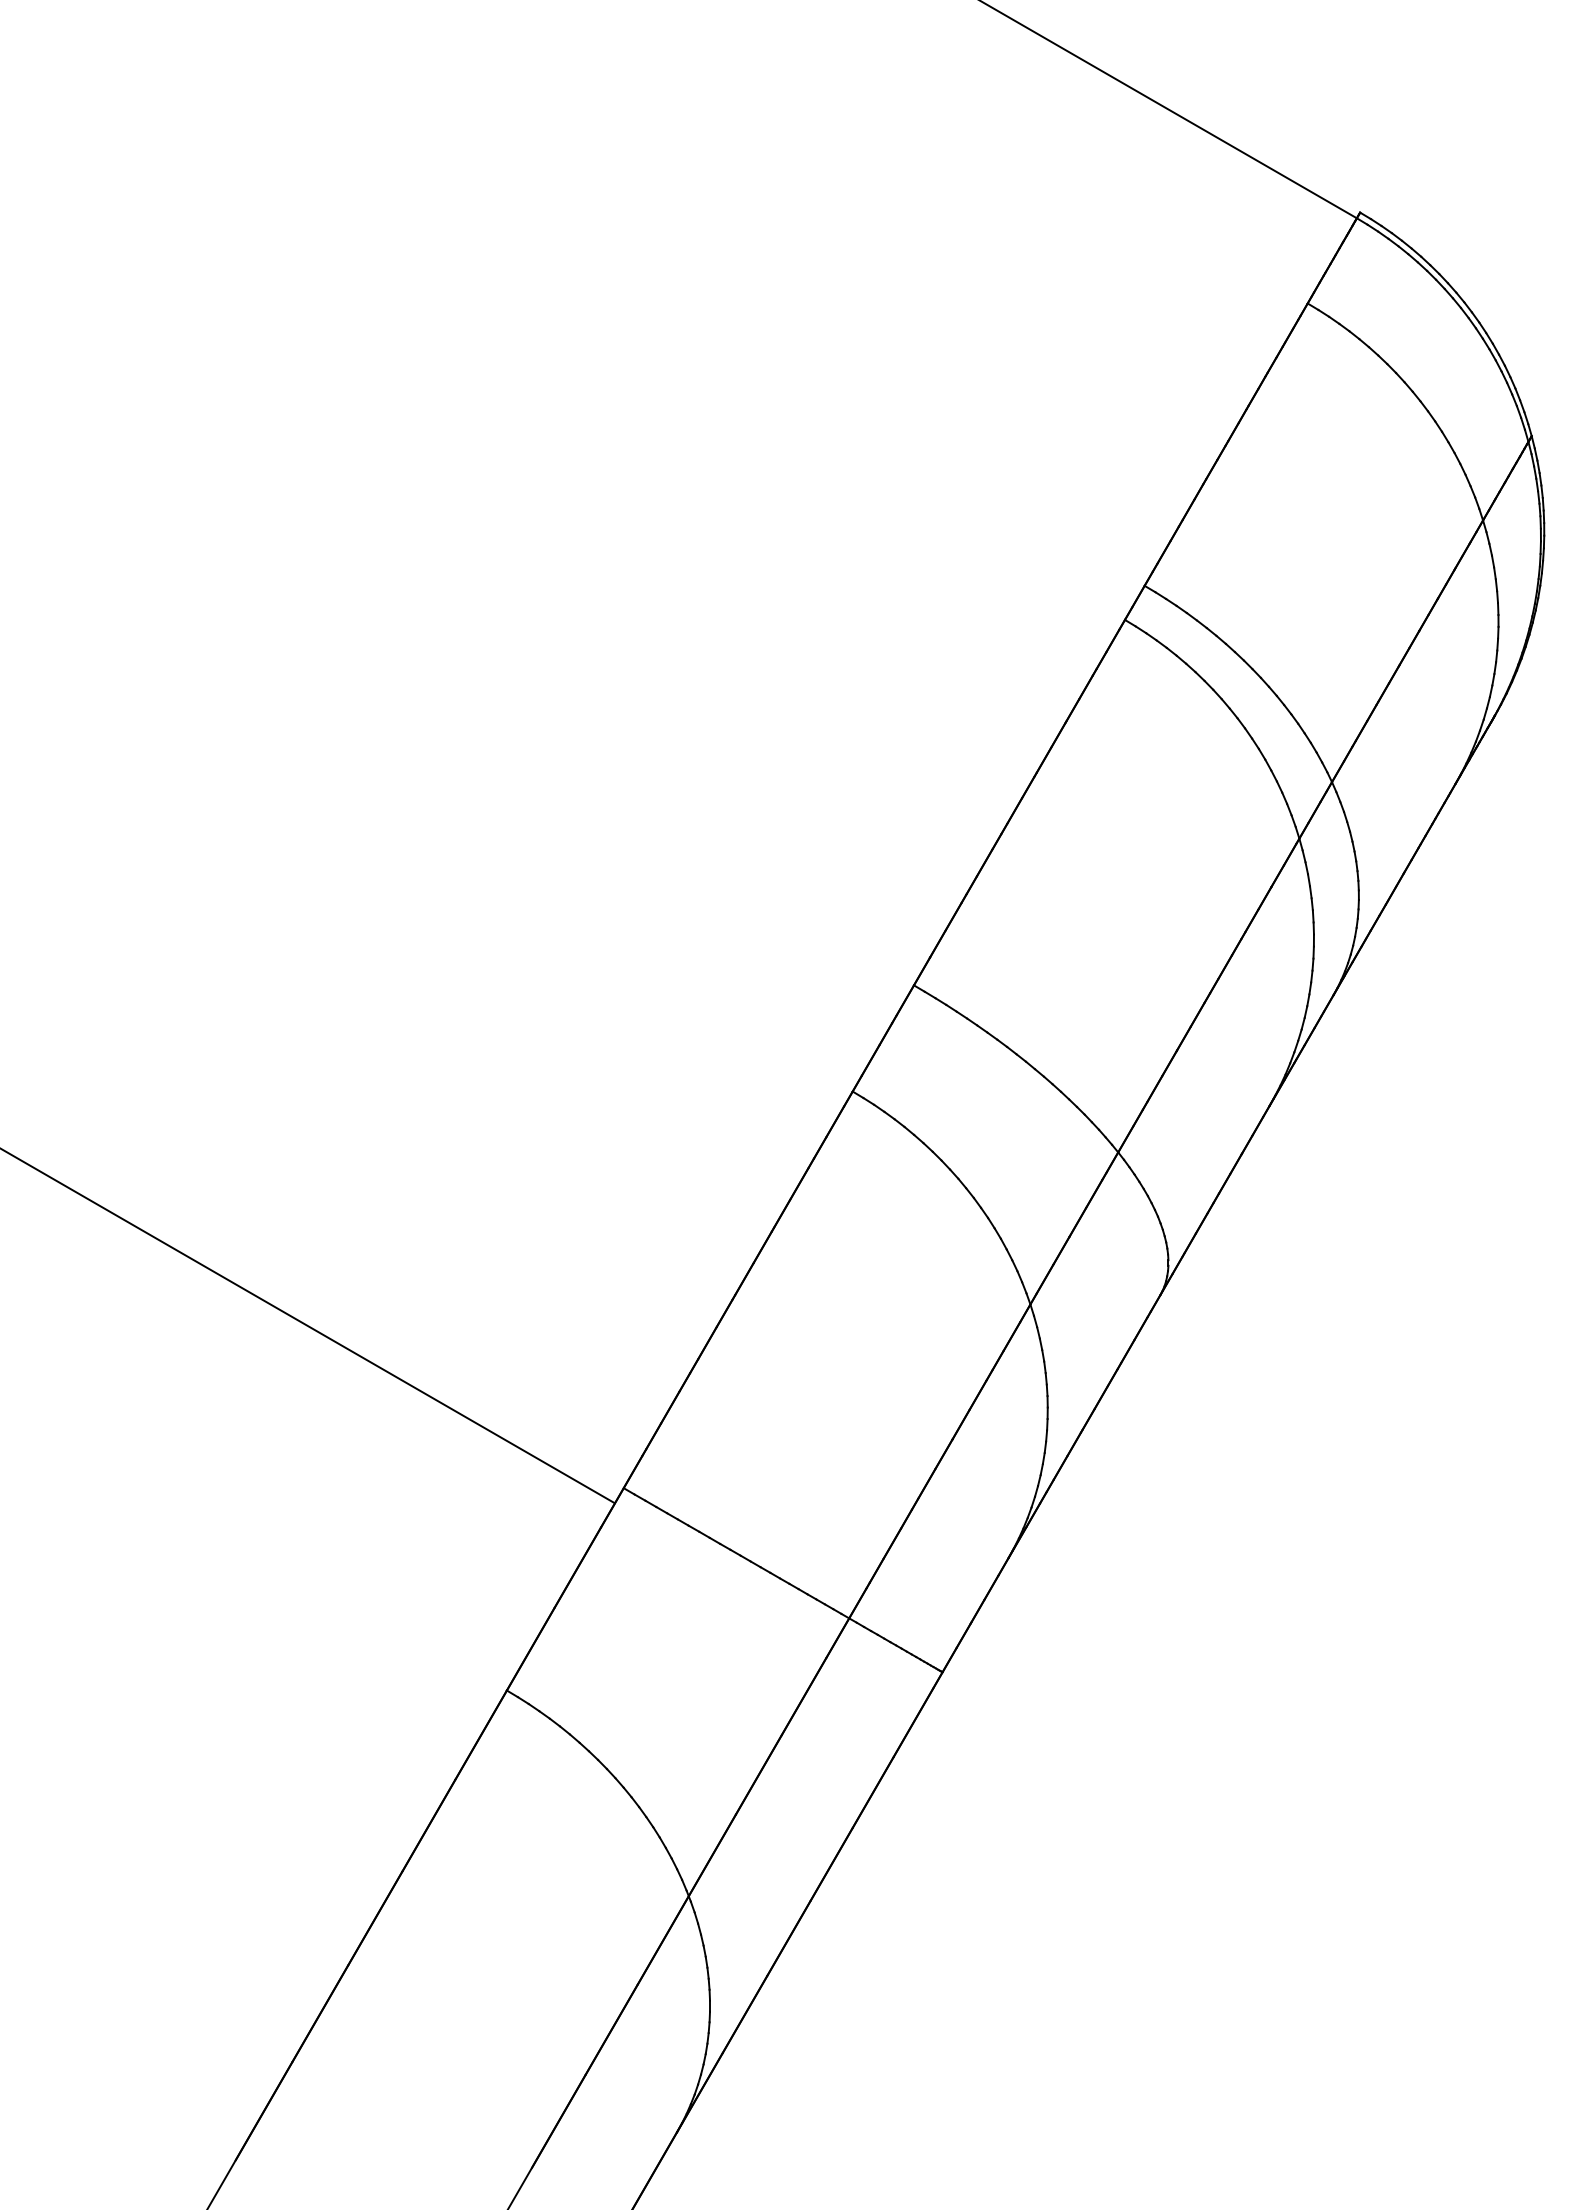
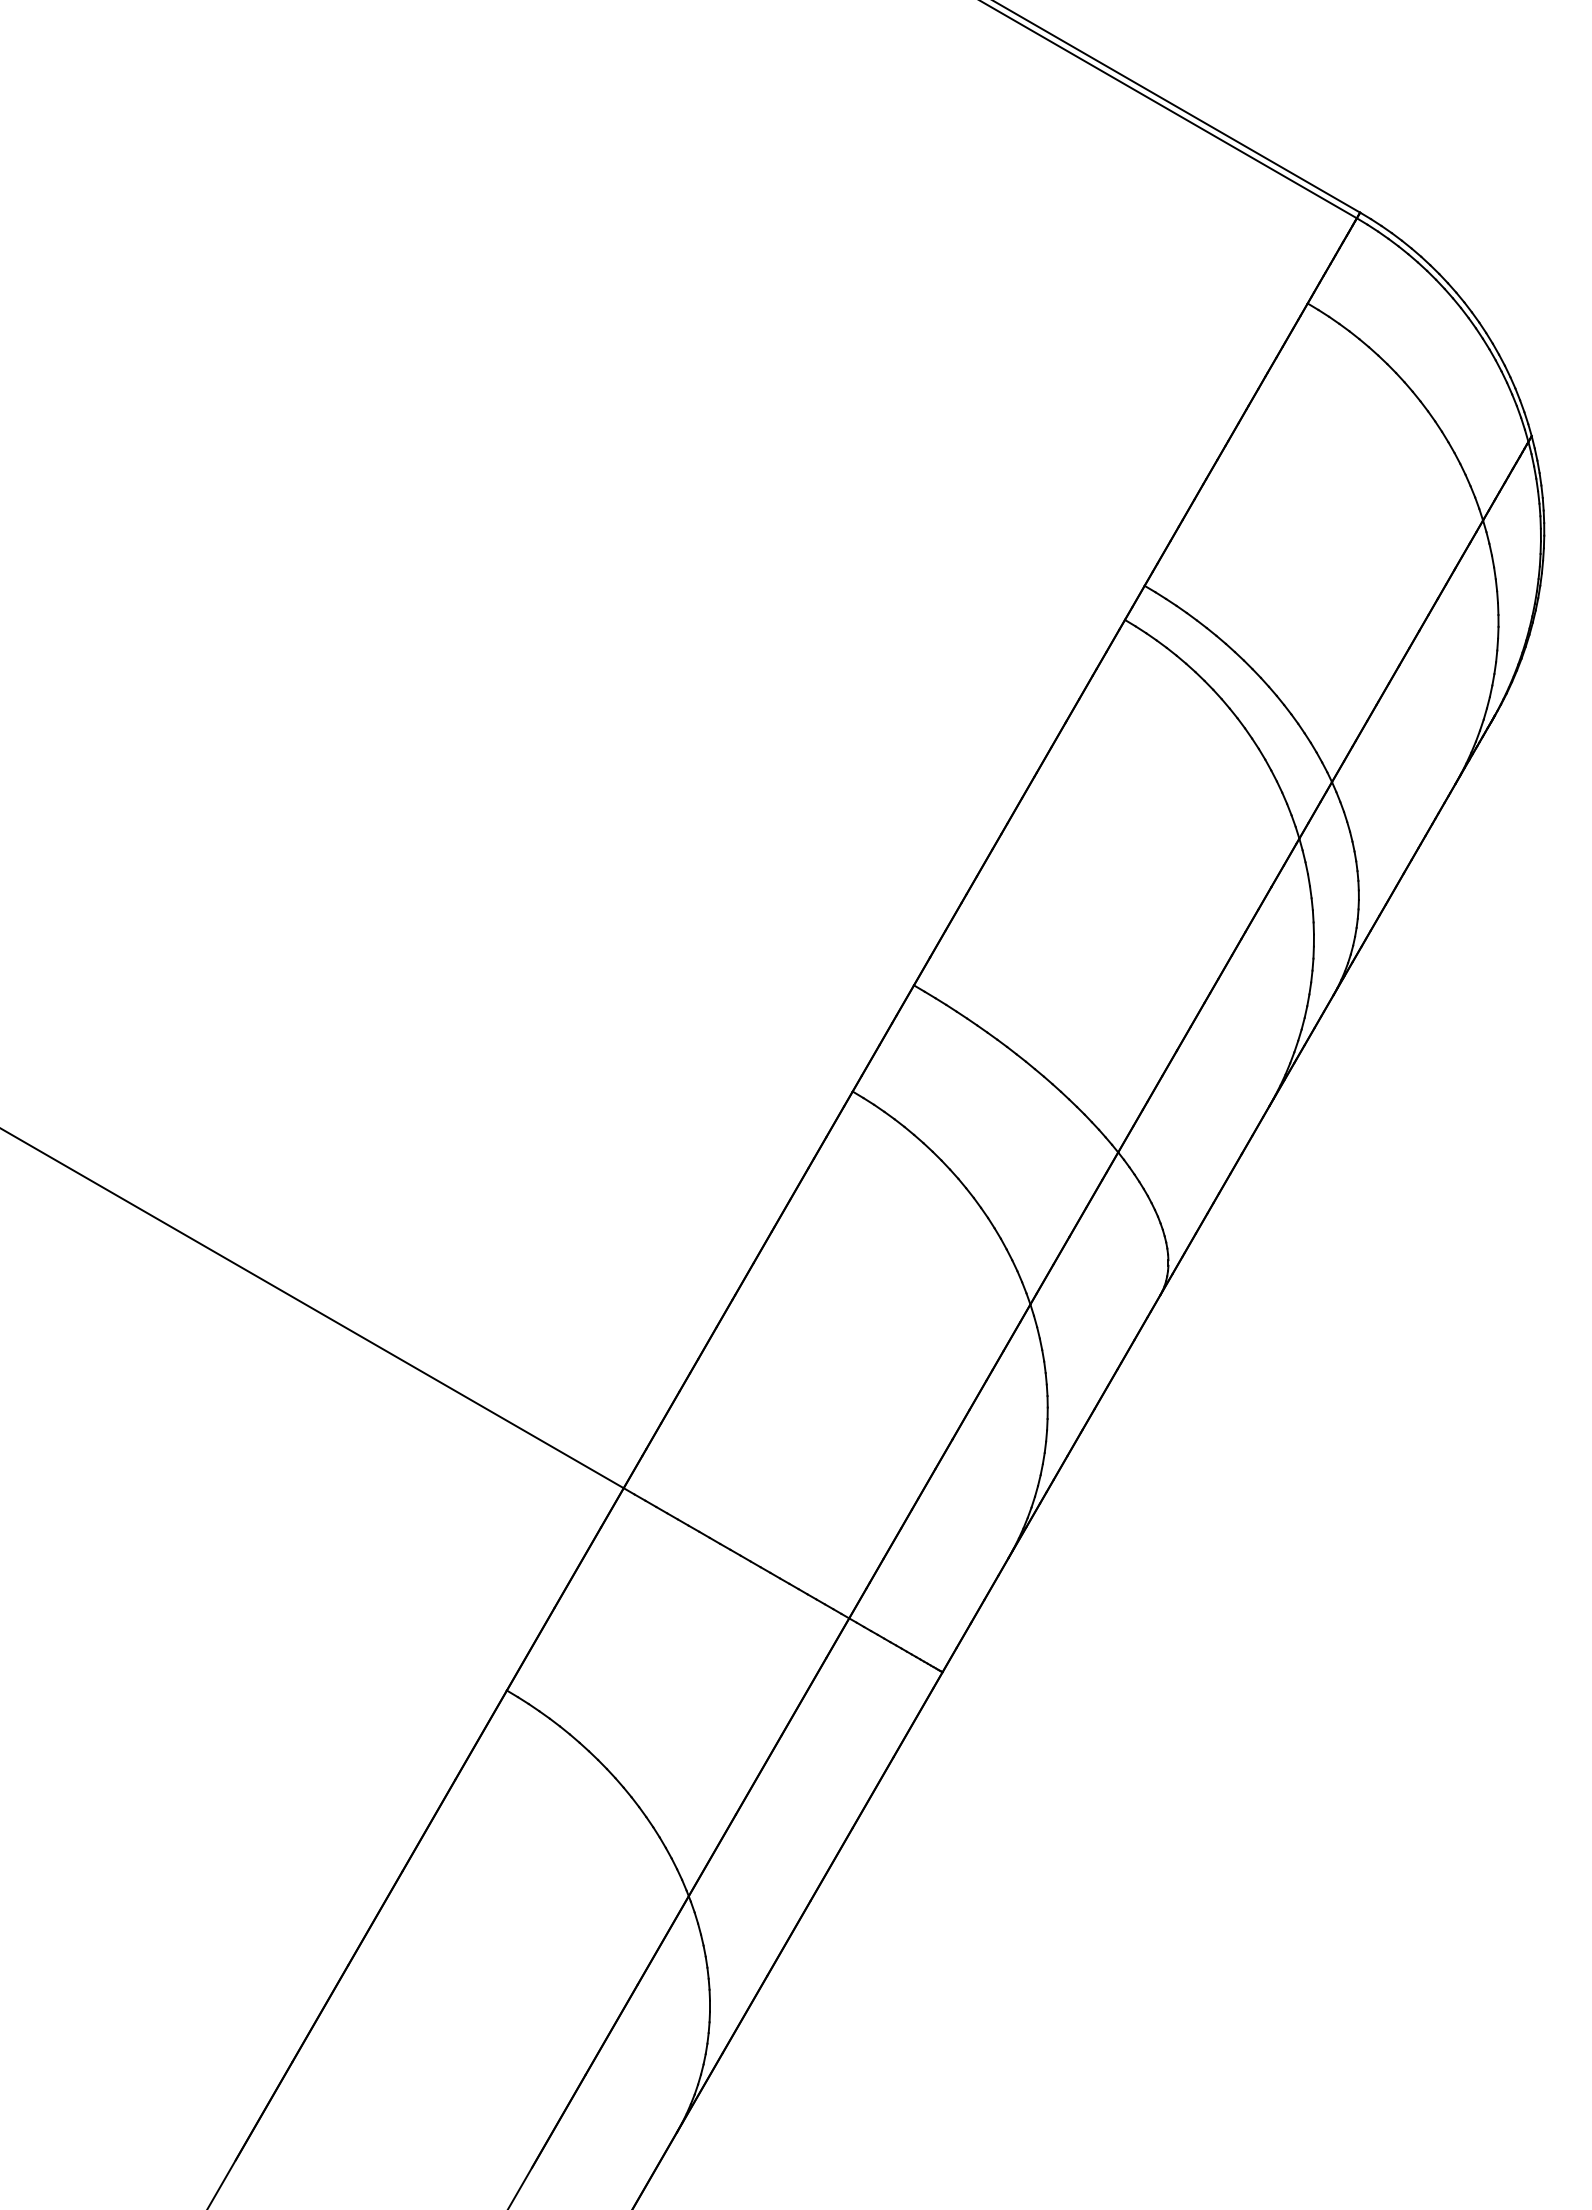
line at (1177, 107): none -> present
line at (308, 1326) position: (308, 1326) -> (312, 1308)
